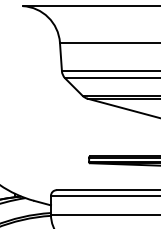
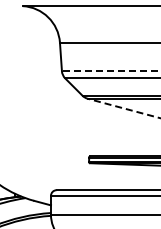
line at (110, 71): solid -> dashed
line at (124, 108): solid -> dashed
